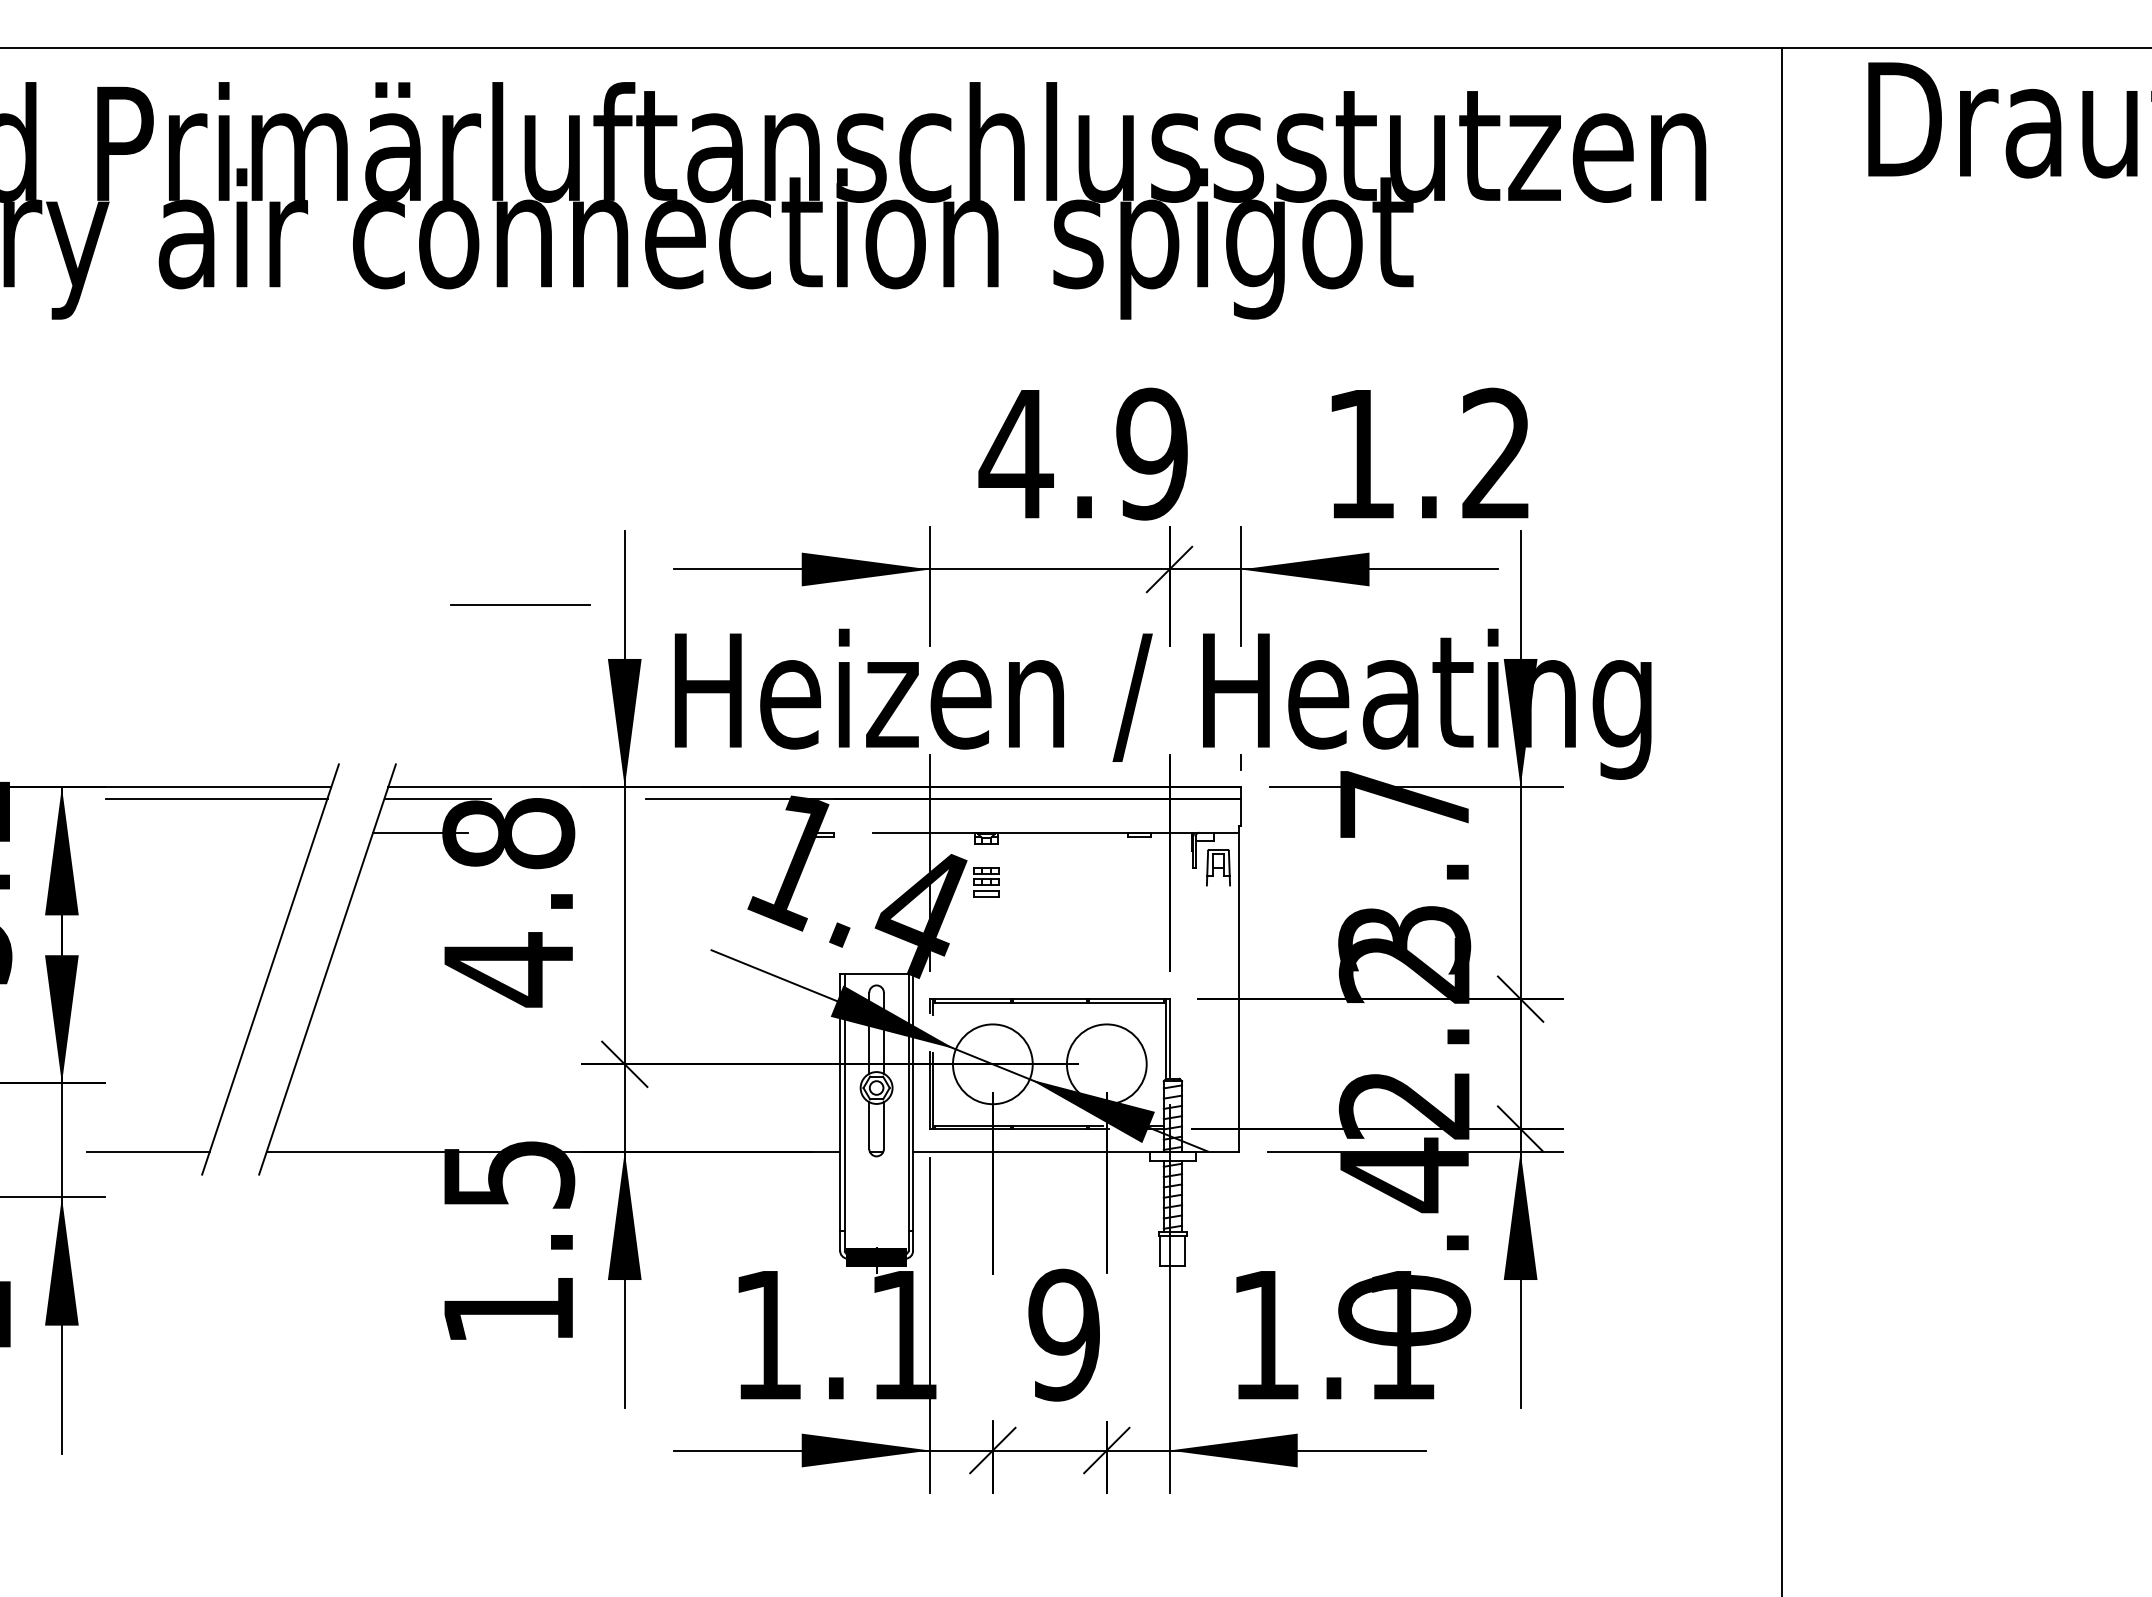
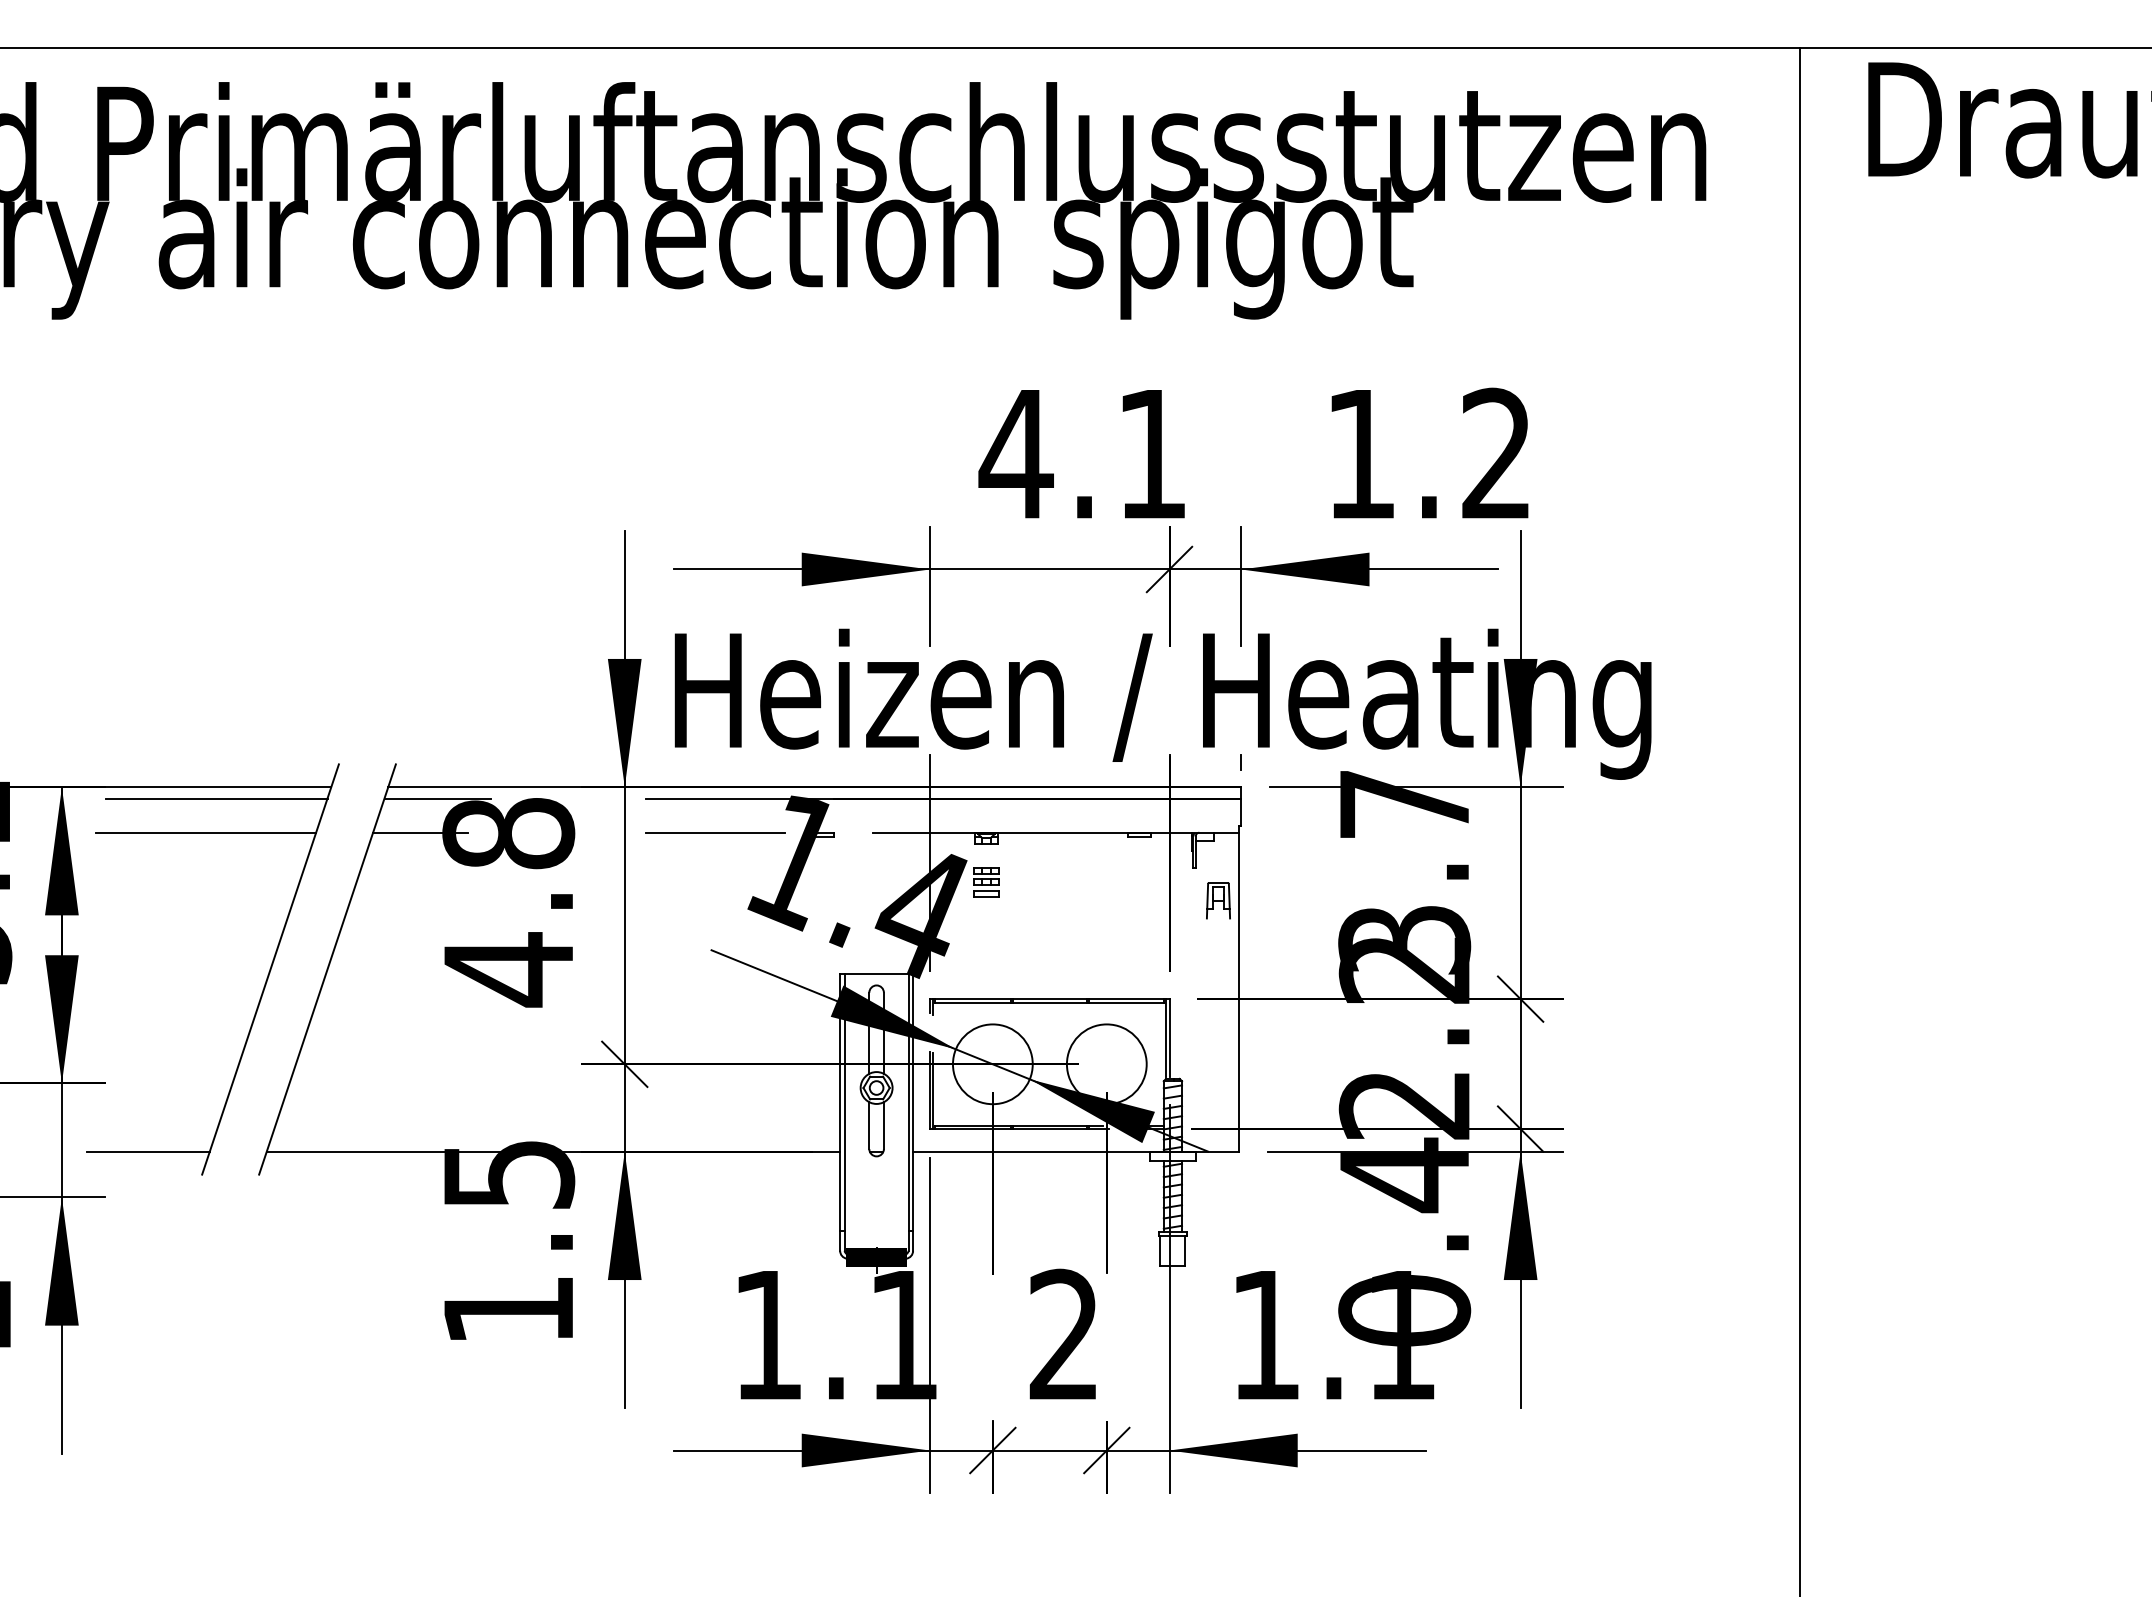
text at (1151, 453): 4.9 -> 4.1
line at (520, 604) position: (520, 604) -> (715, 832)
line at (1781, 820) position: (1781, 820) -> (1799, 820)
line at (206, 832): none -> present
part at (1218, 867) position: (1218, 867) -> (1218, 900)
text at (1063, 1334): 9 -> 2
